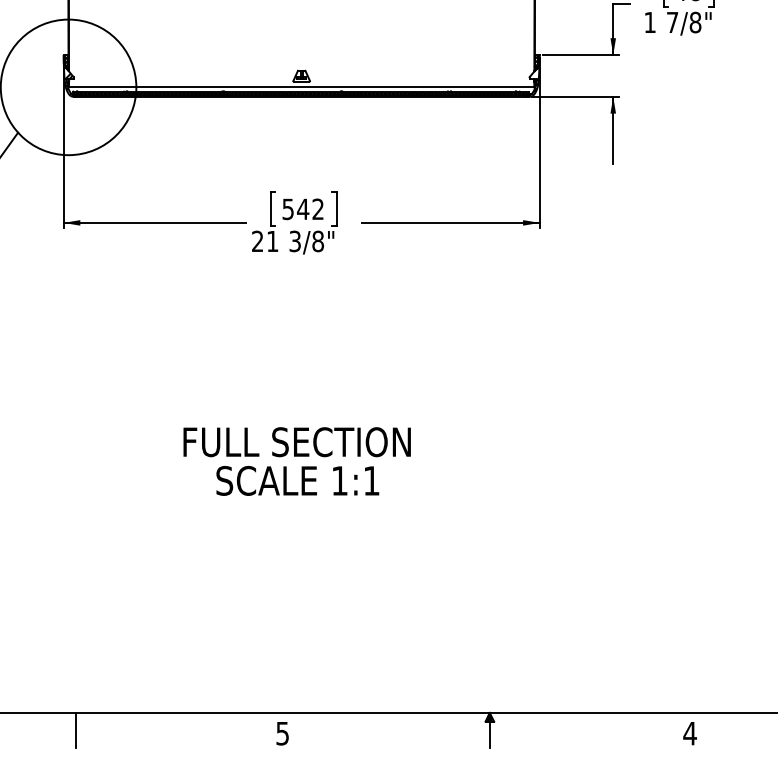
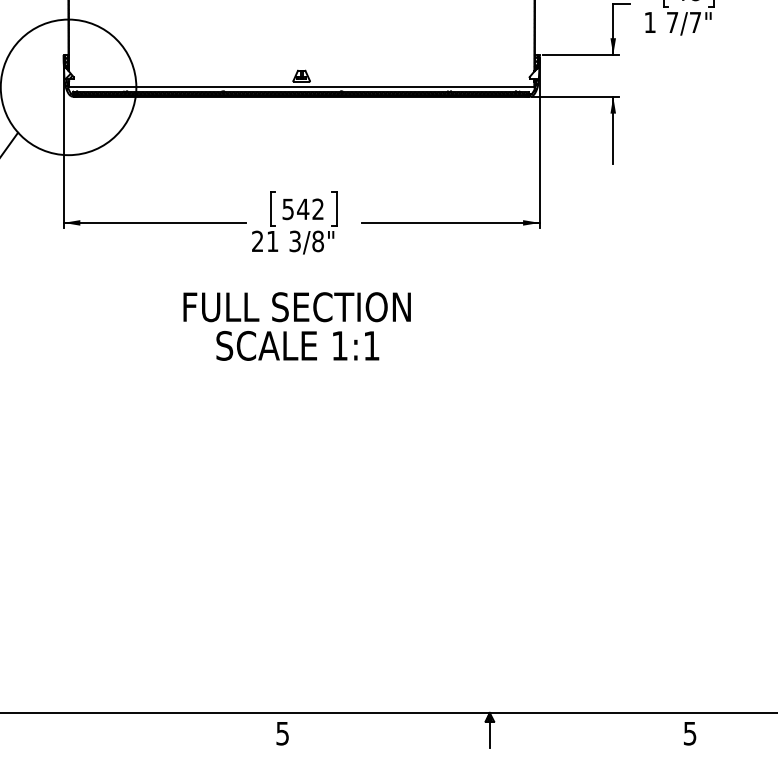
text at (695, 22): 7/8" -> 7/7"
text at (296, 461) position: (296, 461) -> (296, 326)
line at (75, 730): present -> none
text at (689, 733): 4 -> 5
